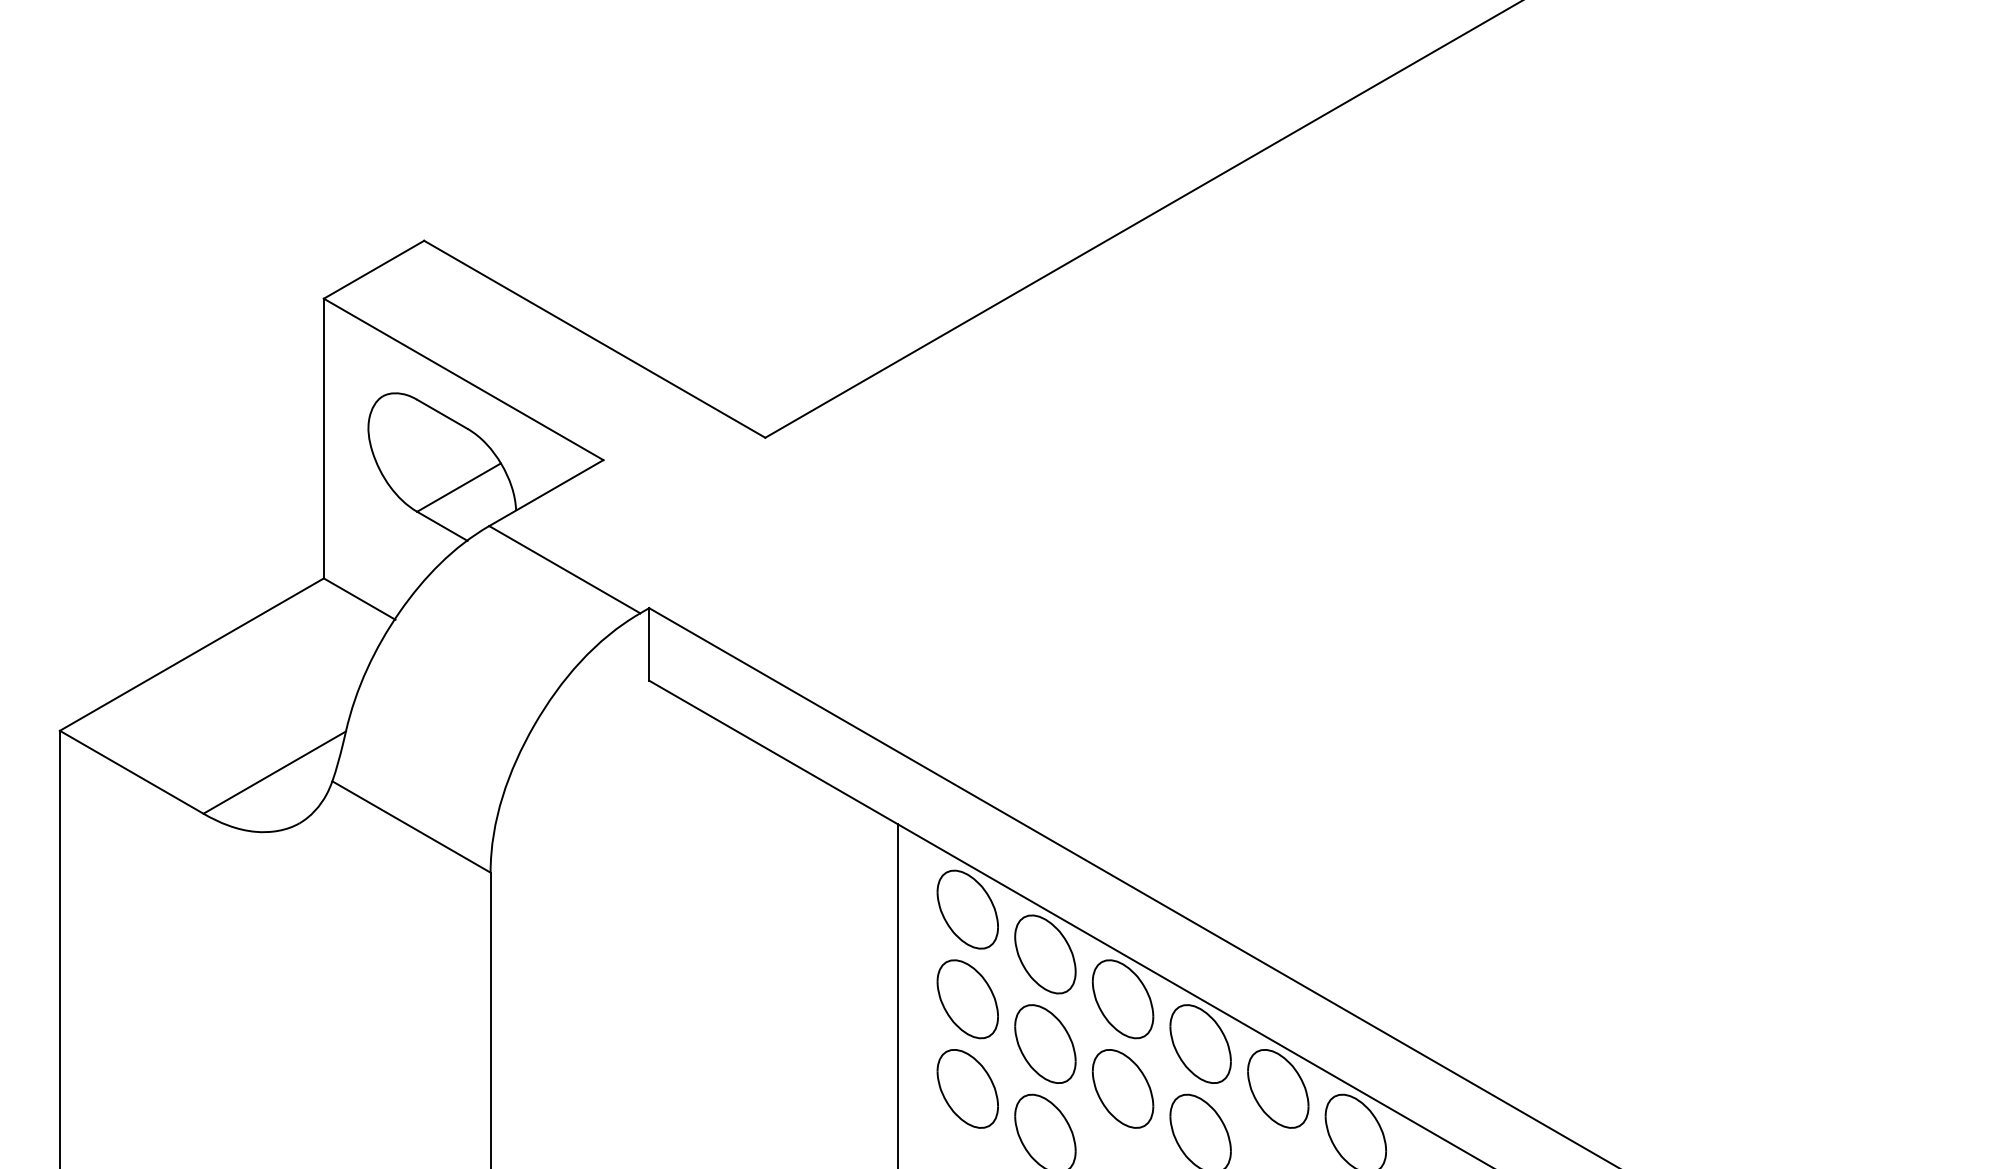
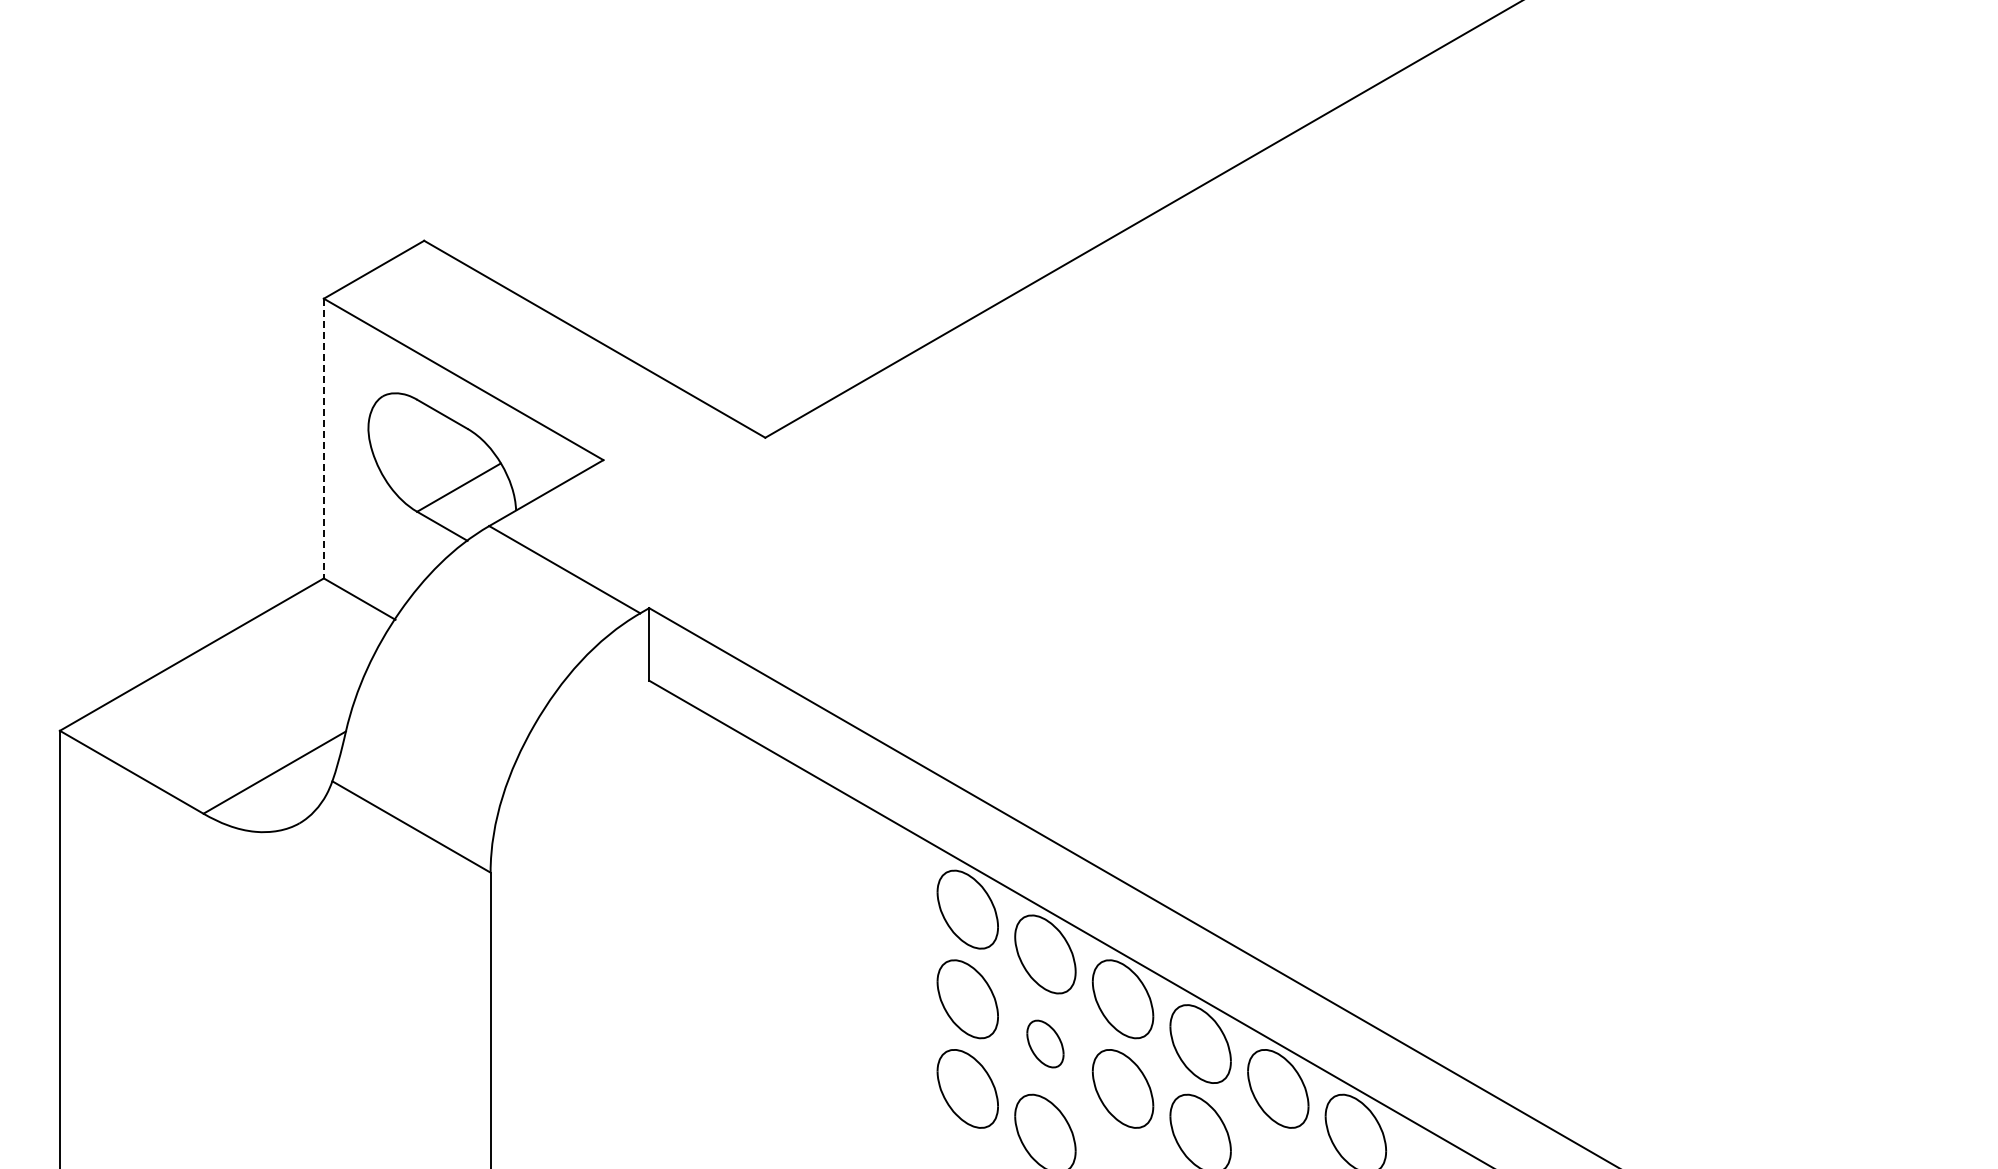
line at (323, 438): solid -> dashed
line at (898, 994): present -> none
part at (1045, 1043) size: 63x80 px -> 39x50 px
